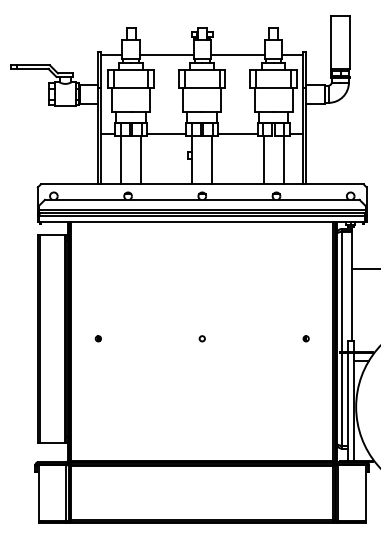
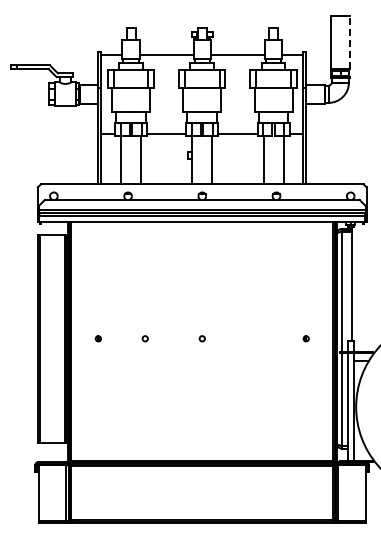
line at (350, 42): solid -> dashed
line at (364, 269): present -> none
circle at (144, 338): none -> present
